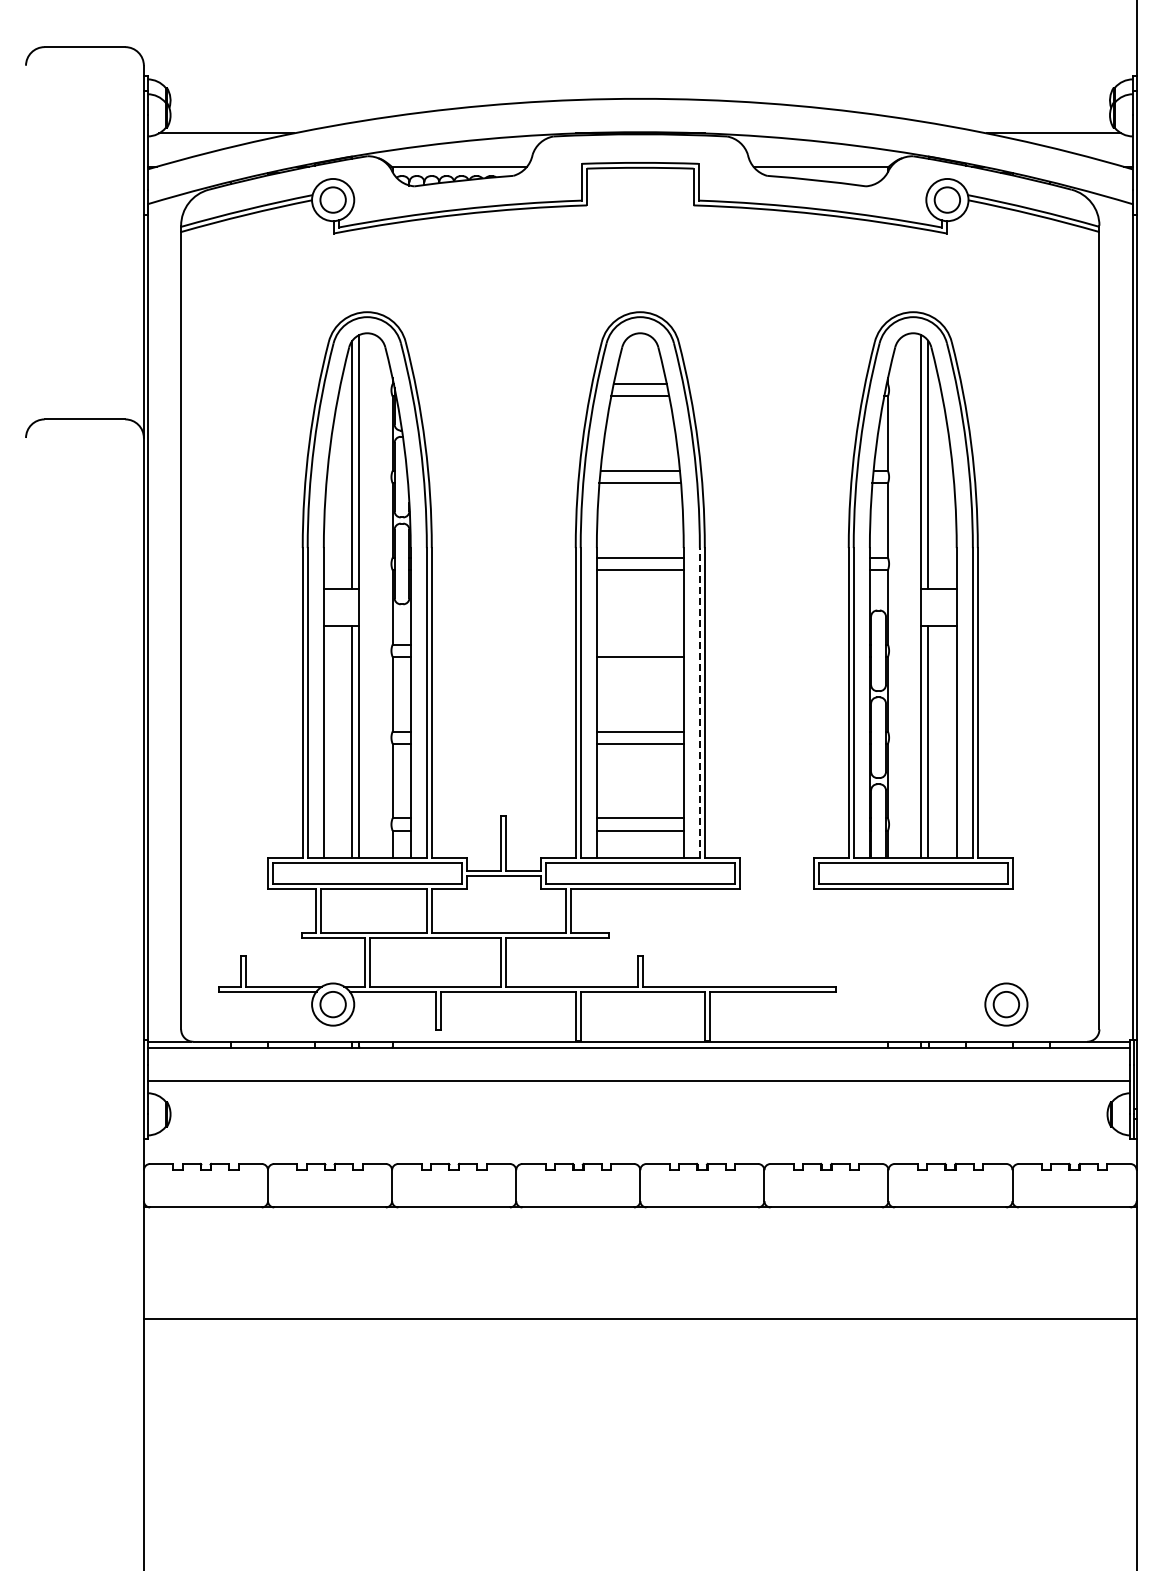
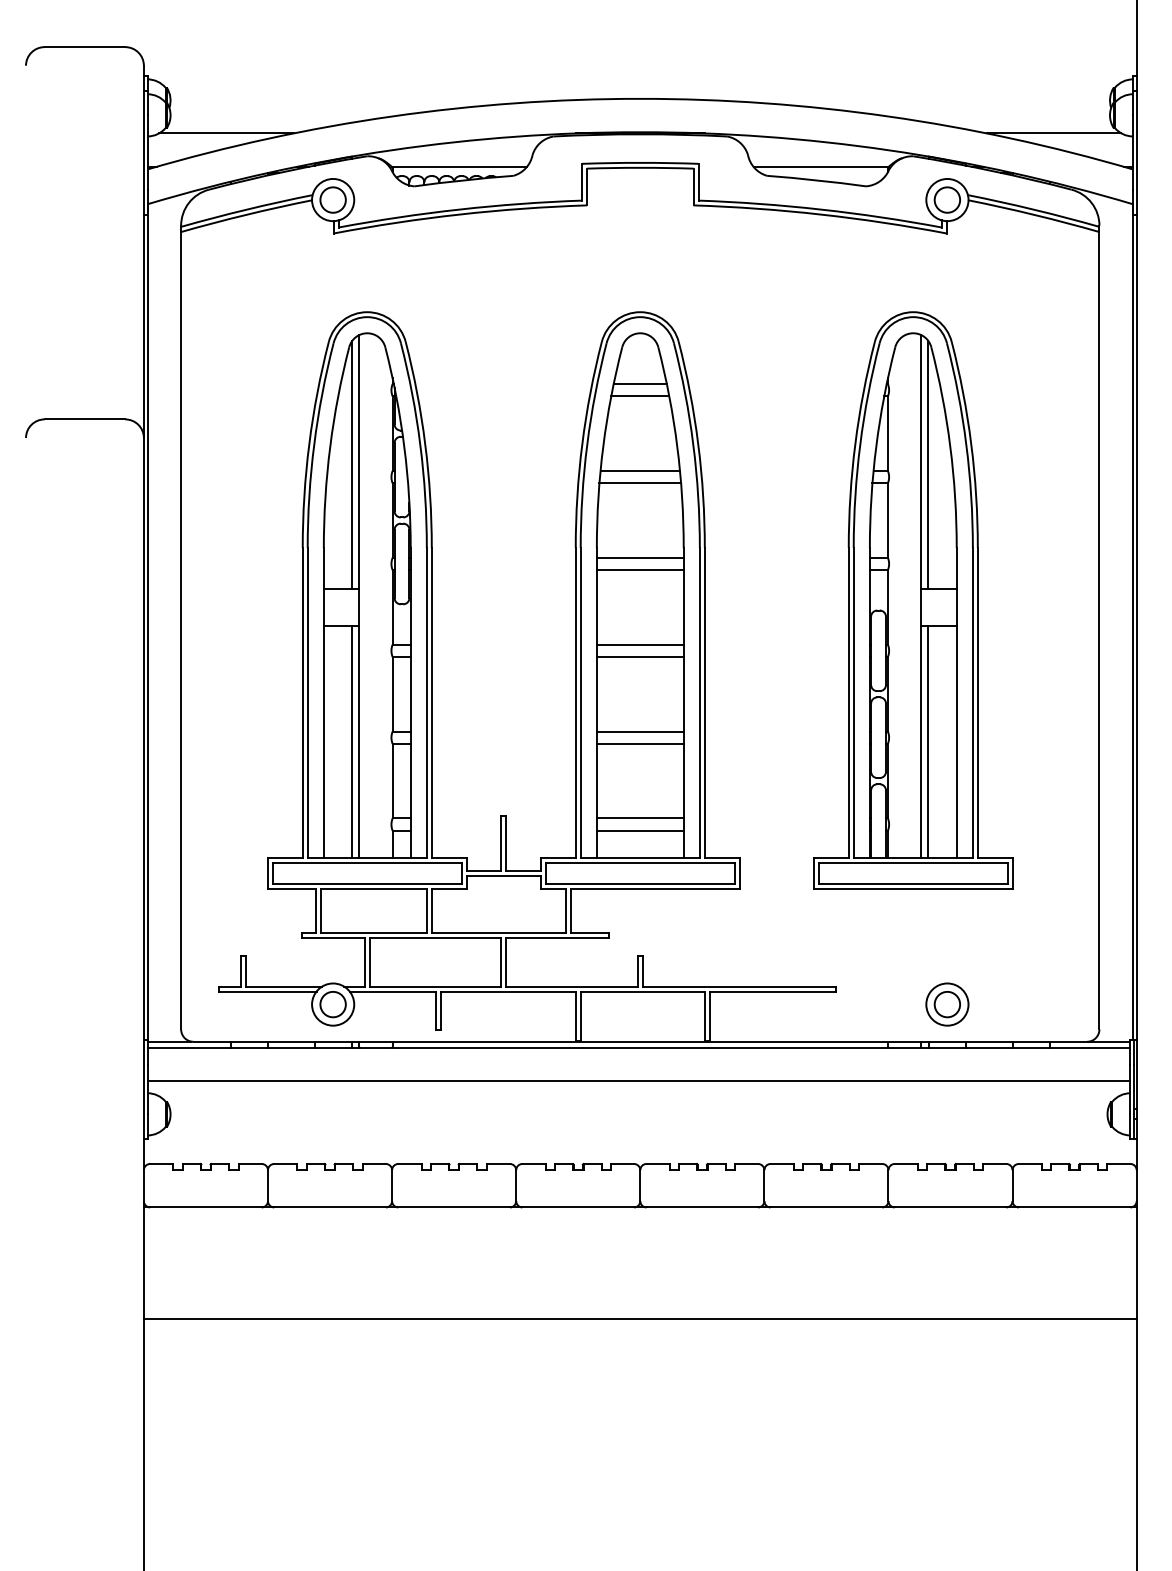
line at (639, 644): none -> present
line at (699, 702): dashed -> solid
part at (1006, 1004) position: (1006, 1004) -> (947, 1004)
